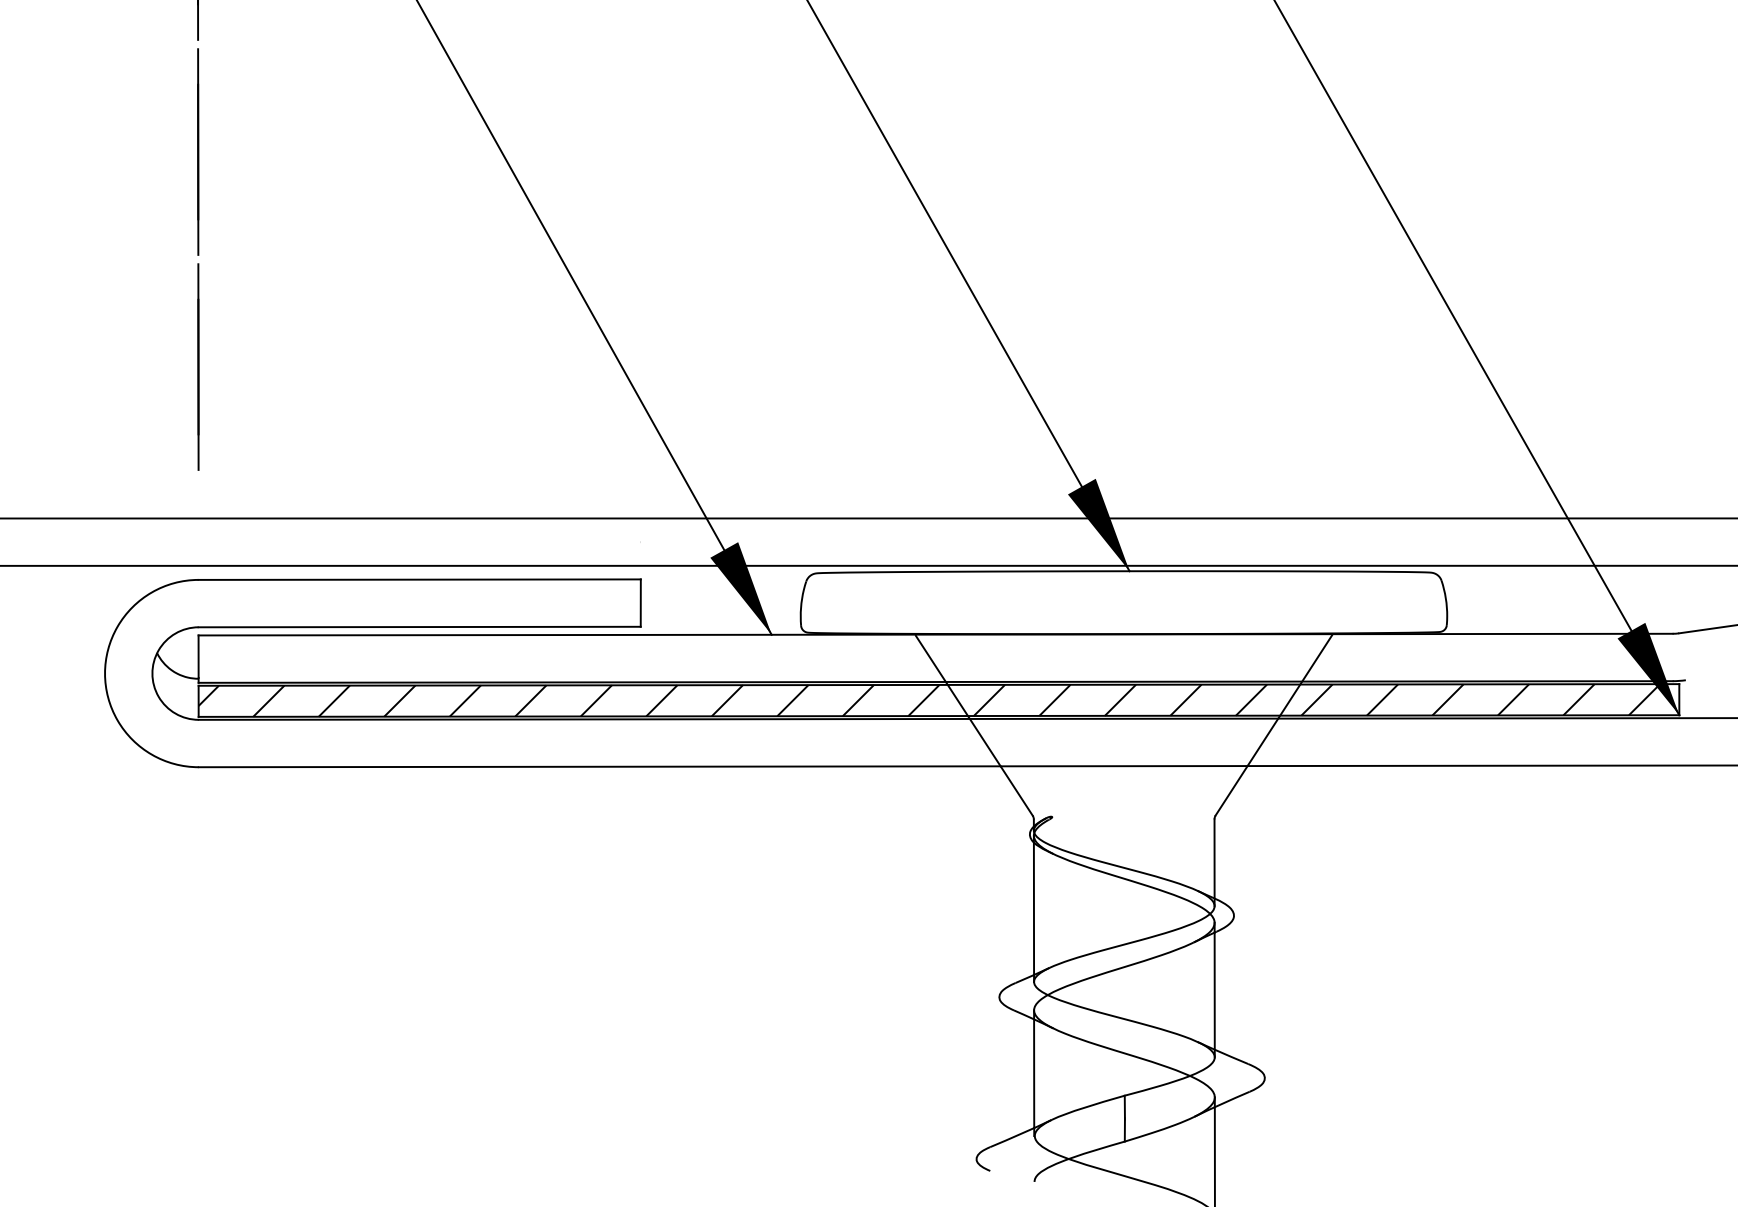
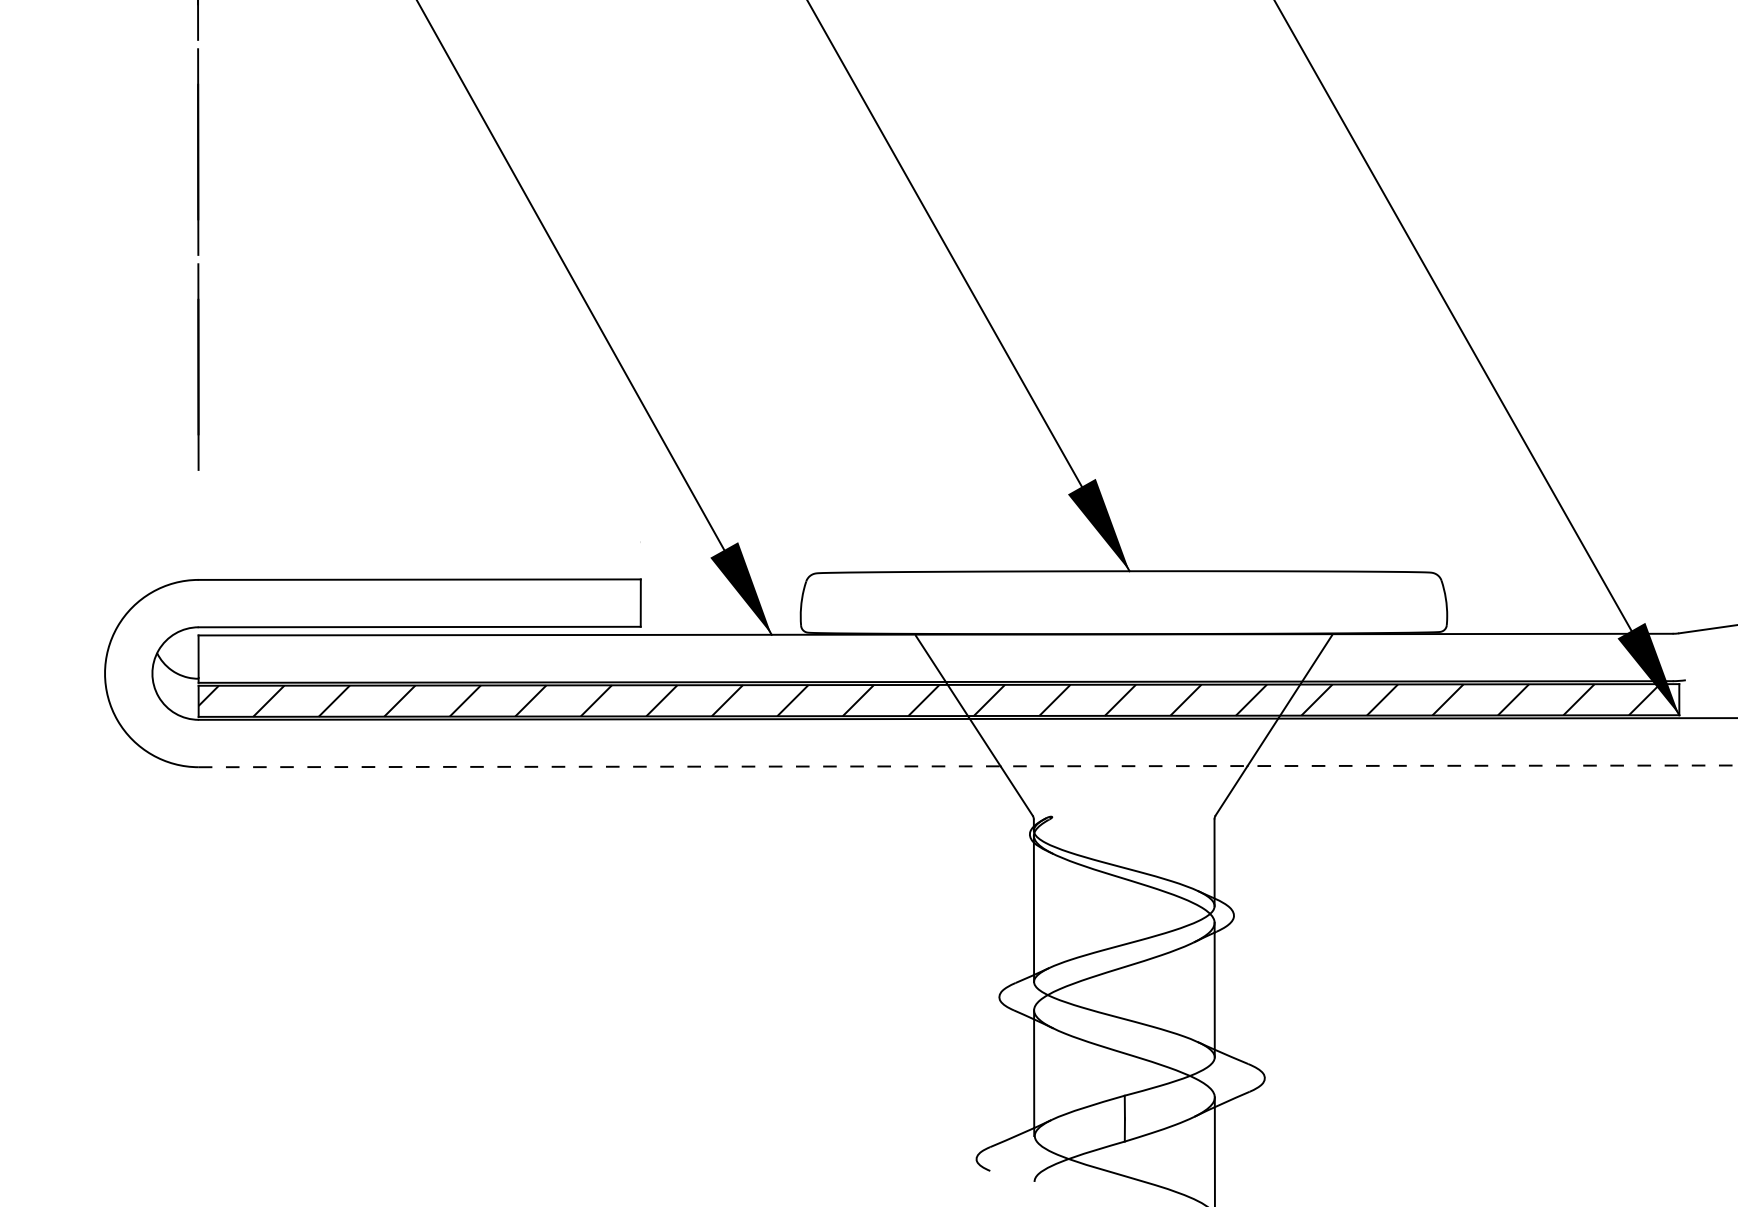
line at (868, 518): present -> none
line at (868, 565): present -> none
line at (968, 766): solid -> dashed
